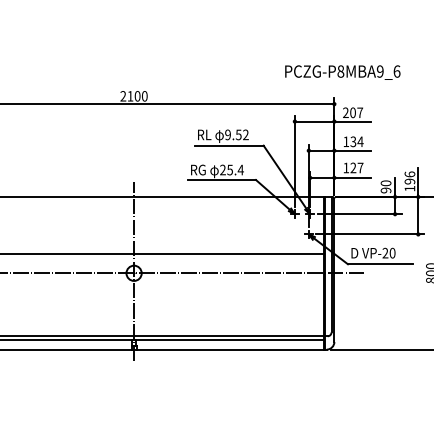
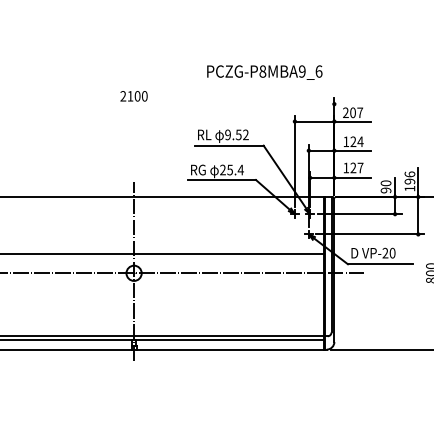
text at (342, 72) position: (342, 72) -> (264, 72)
line at (168, 104): present -> none
text at (353, 142): 134 -> 124
